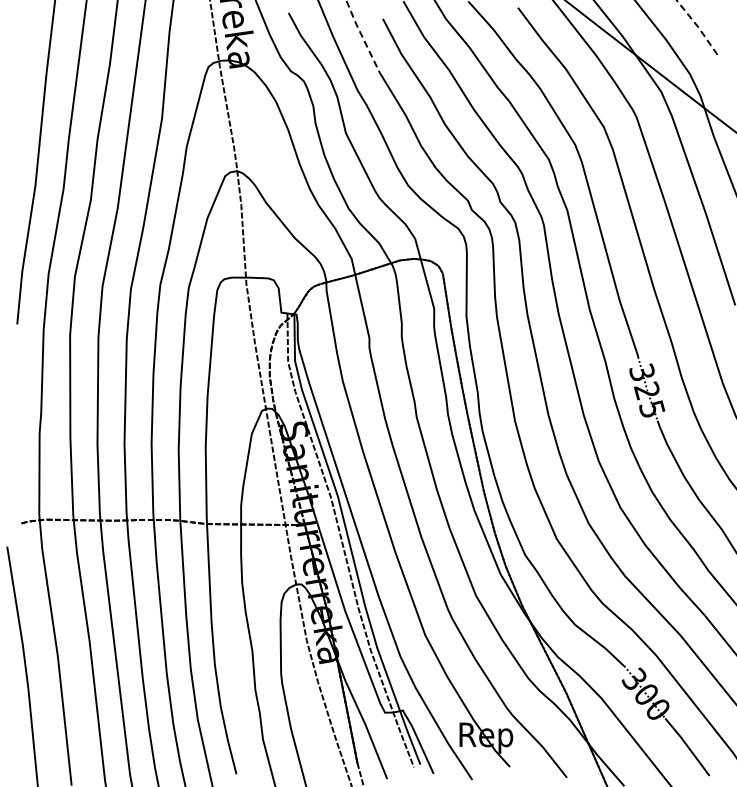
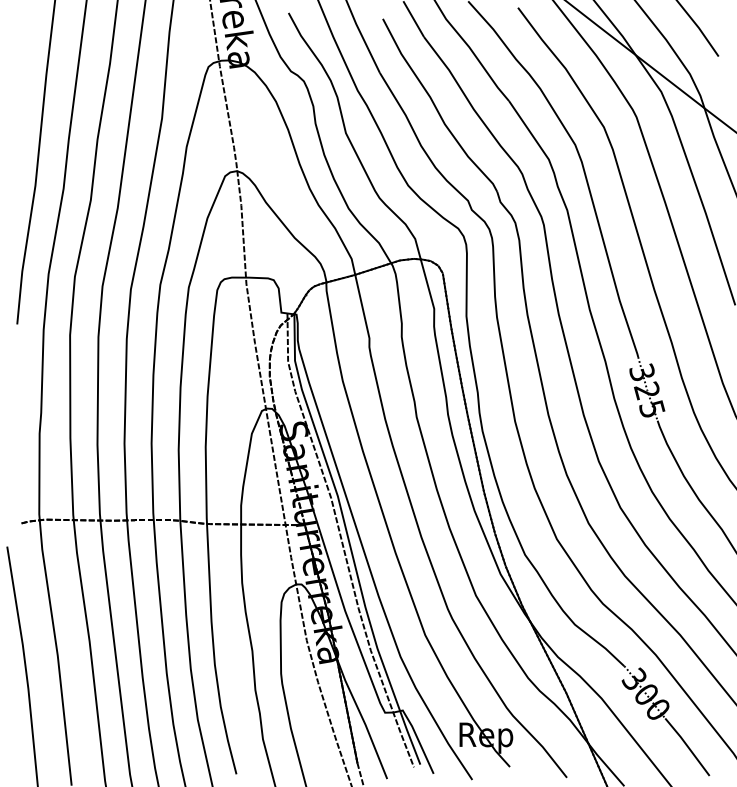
line at (698, 28): dashed -> solid
line at (362, 36): dashed -> solid
